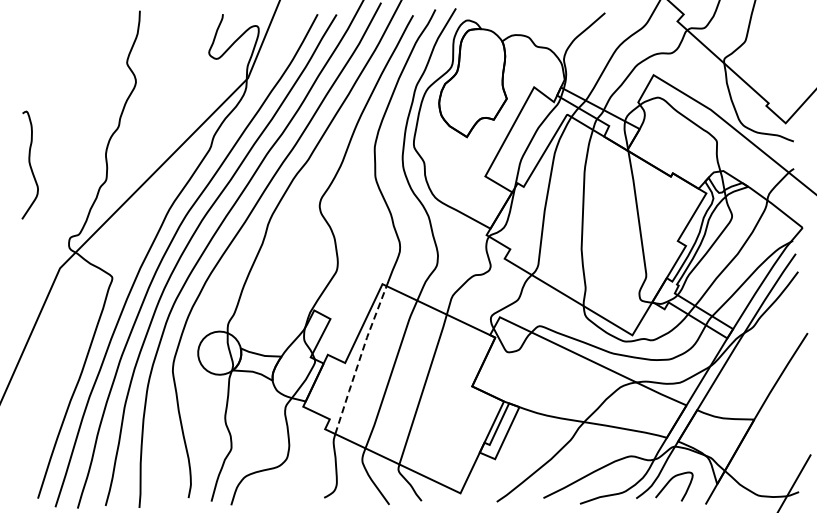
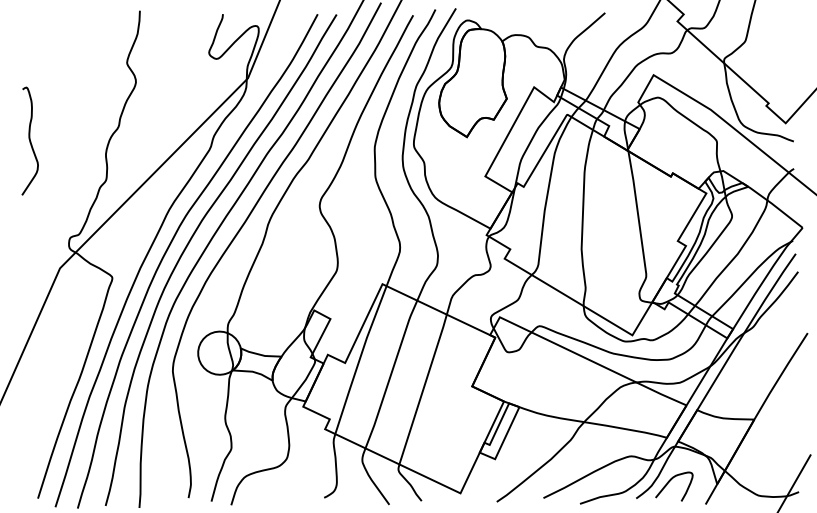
curve at (29, 164) position: (29, 164) -> (29, 140)
line at (359, 359): dashed -> solid
